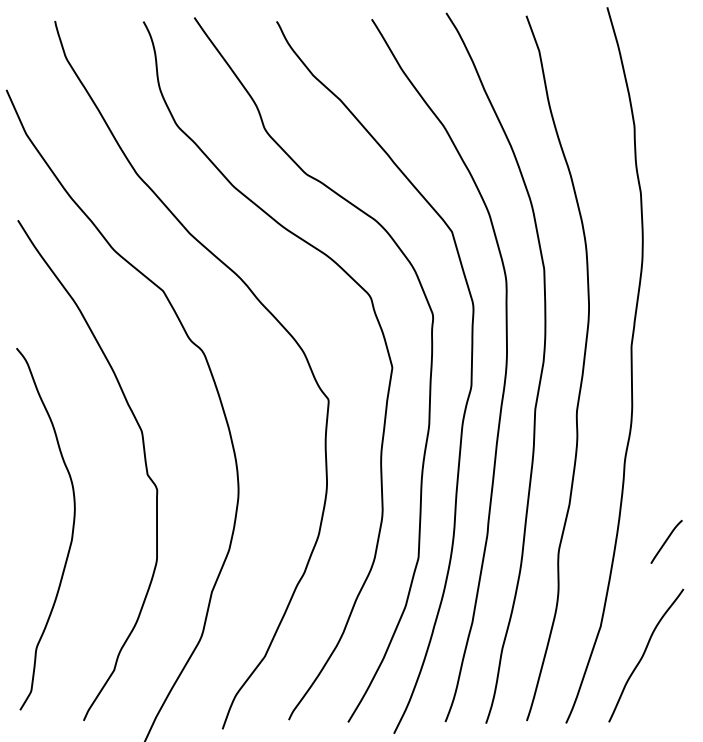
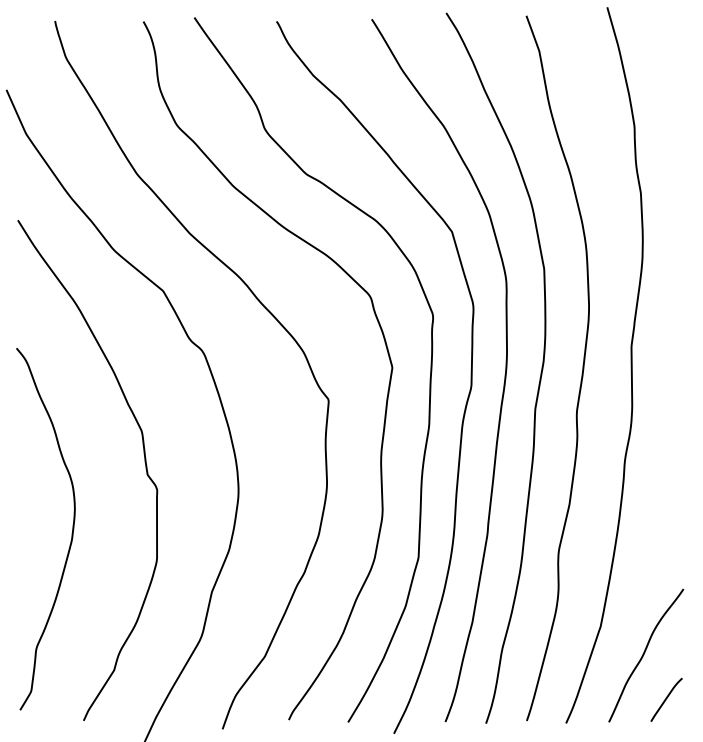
curve at (666, 541) position: (666, 541) -> (666, 699)
